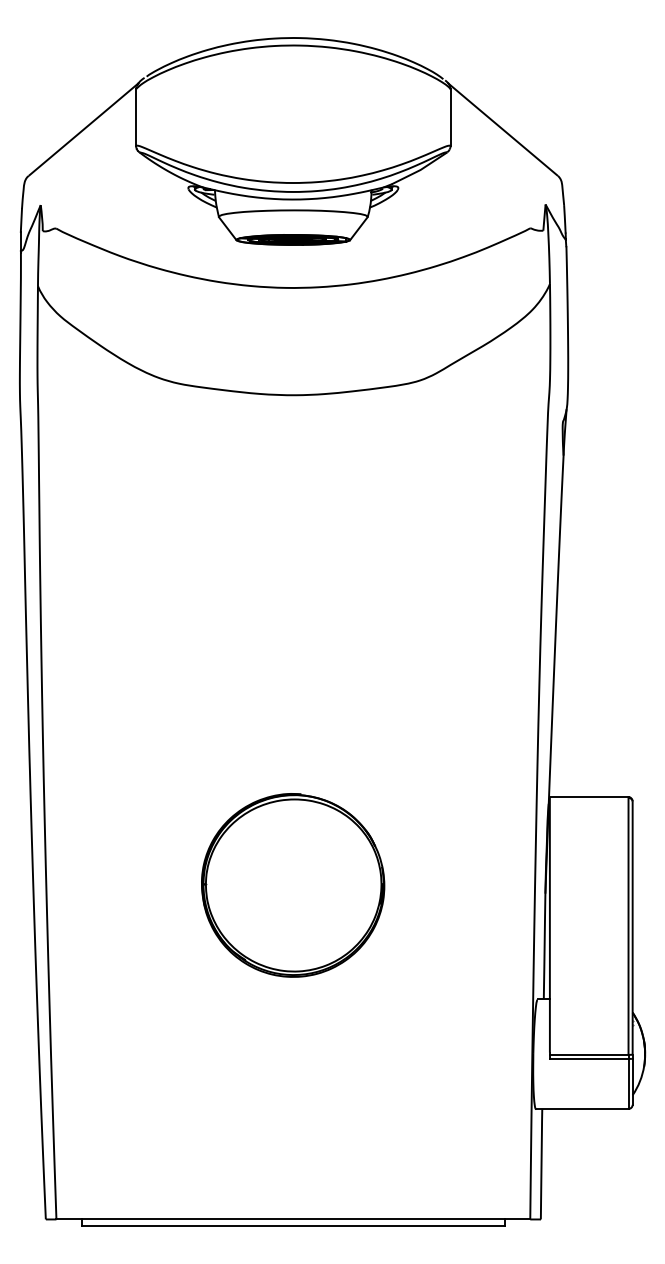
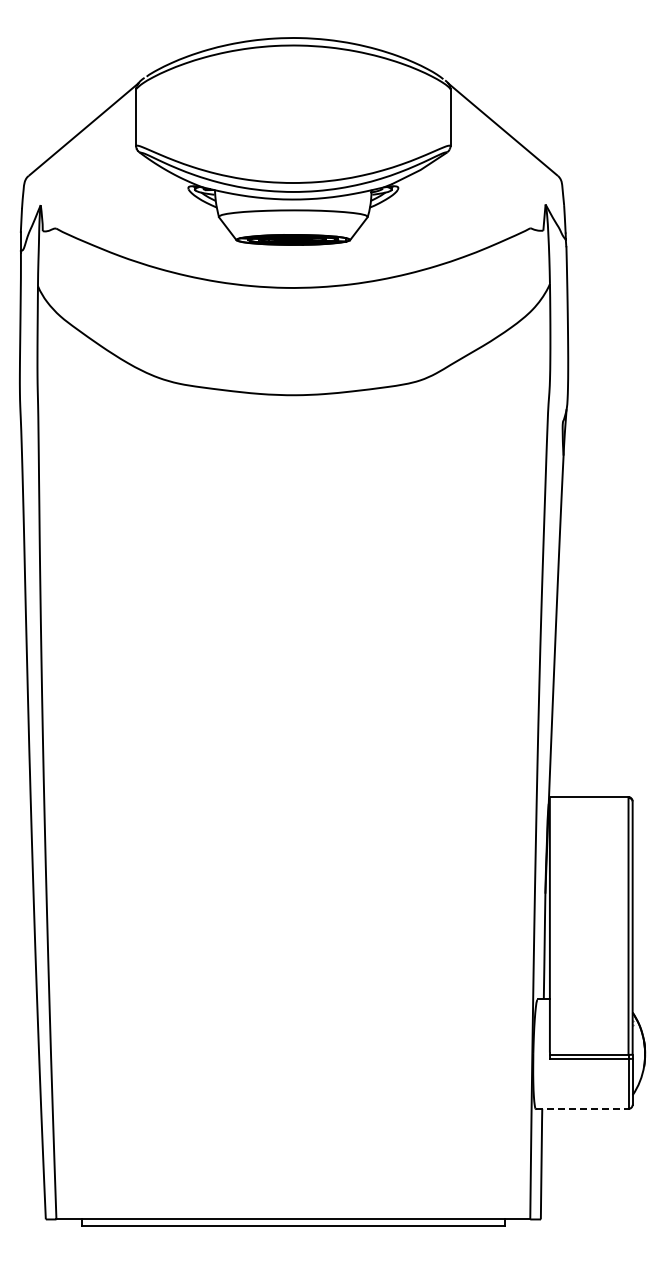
part at (293, 885): present -> none
line at (582, 1108): solid -> dashed
